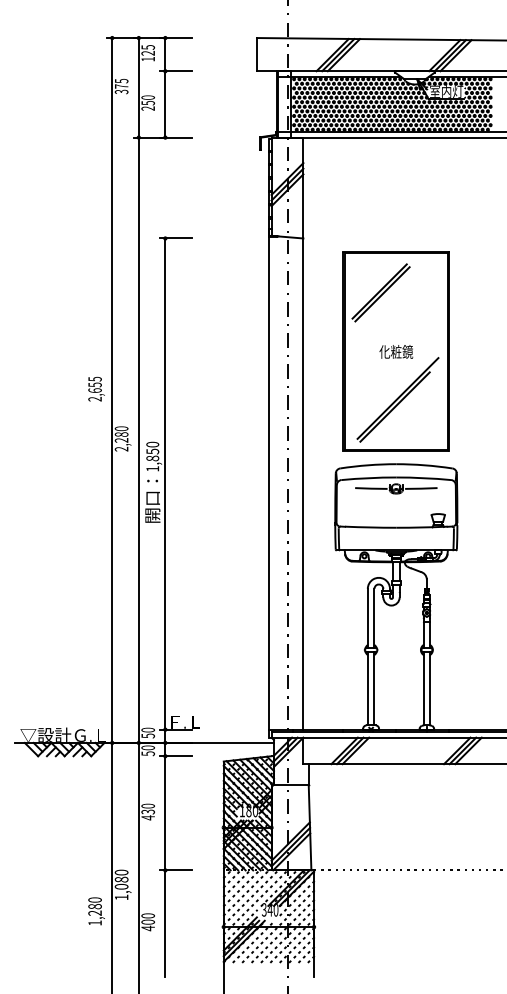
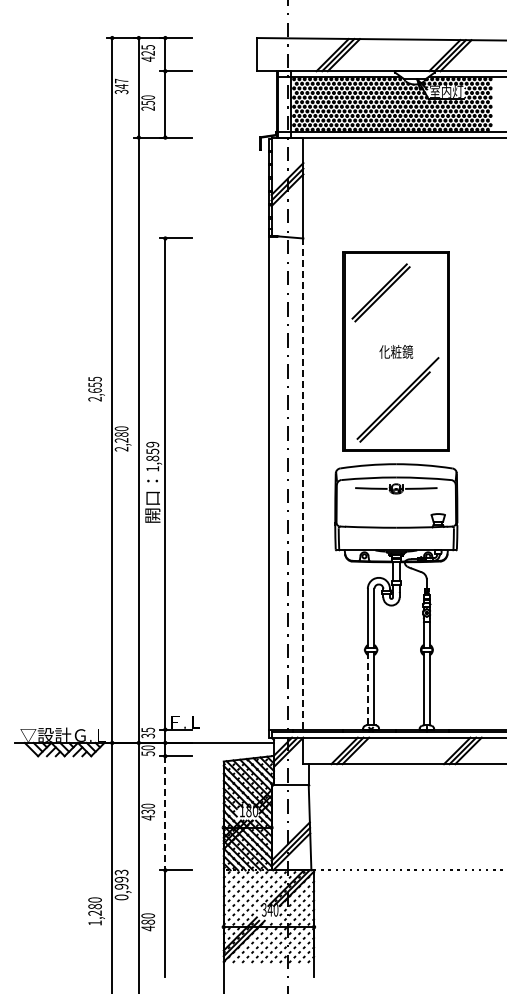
text at (147, 58): 125 -> 425
text at (121, 83): 375 -> 347
text at (152, 444): 1,850 -> 1,859
line at (303, 484): solid -> dashed
line at (367, 688): solid -> dashed
text at (147, 732): 50 -> 35
line at (165, 813): solid -> dashed
text at (121, 884): 1,080 -> 0,993
text at (148, 921): 400 -> 480
